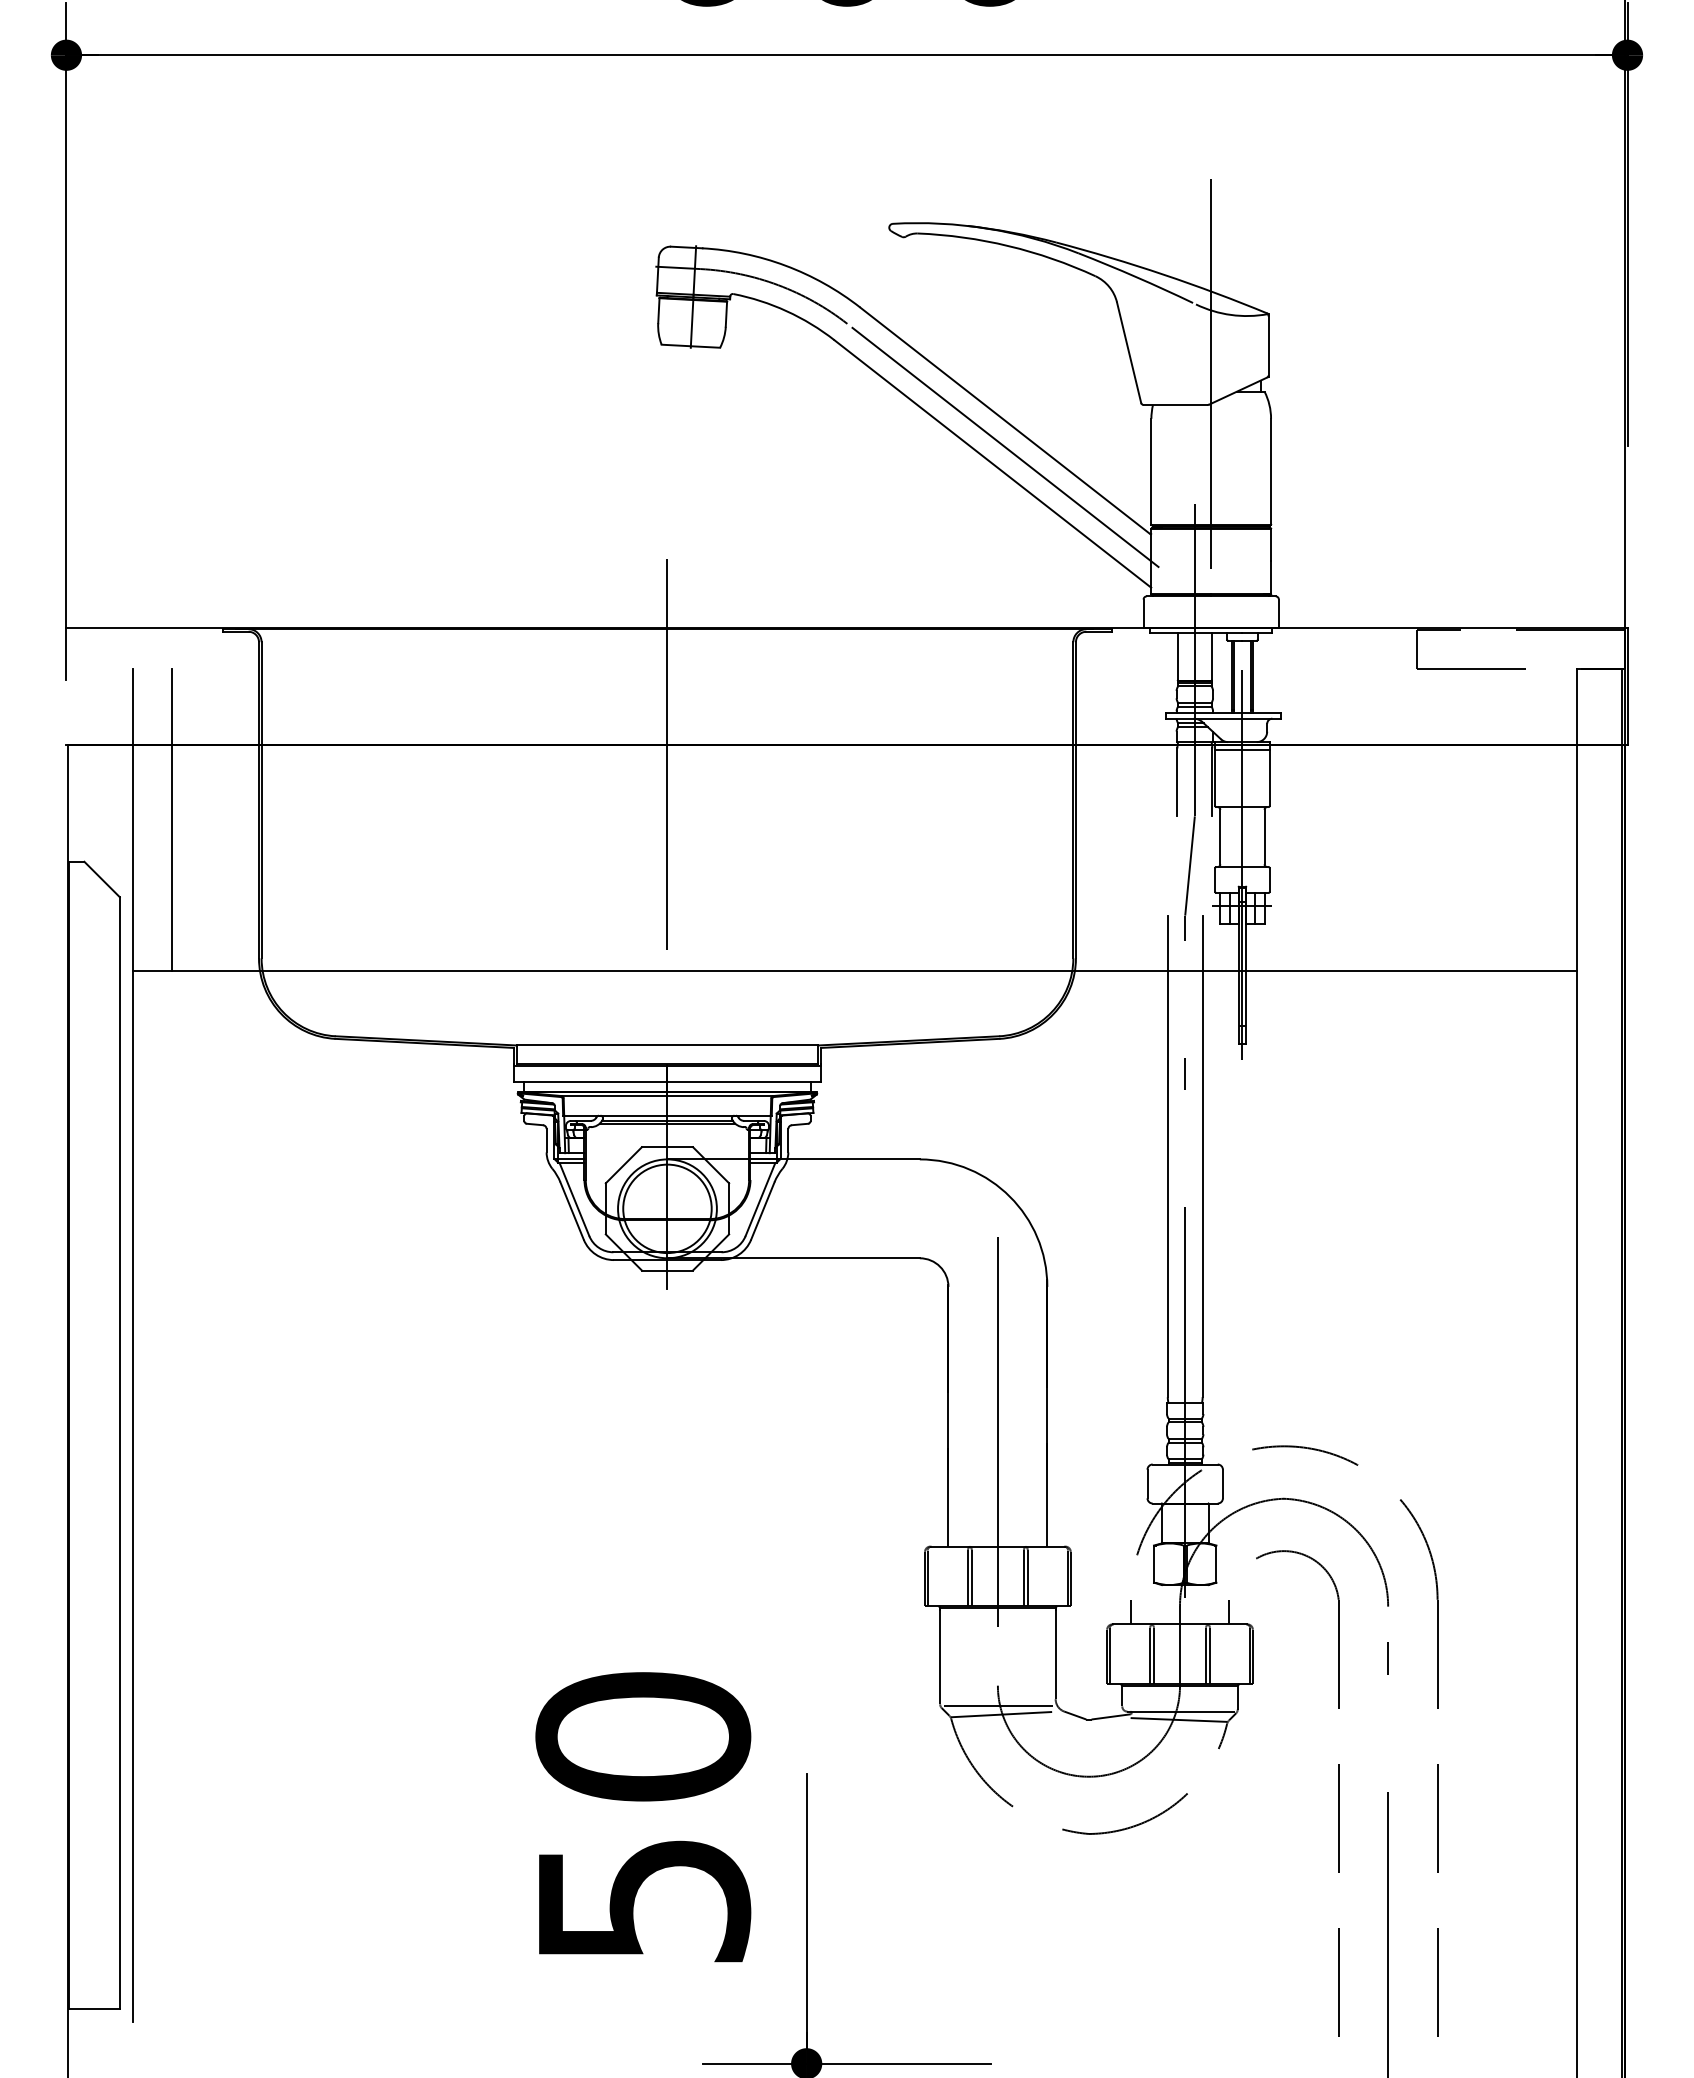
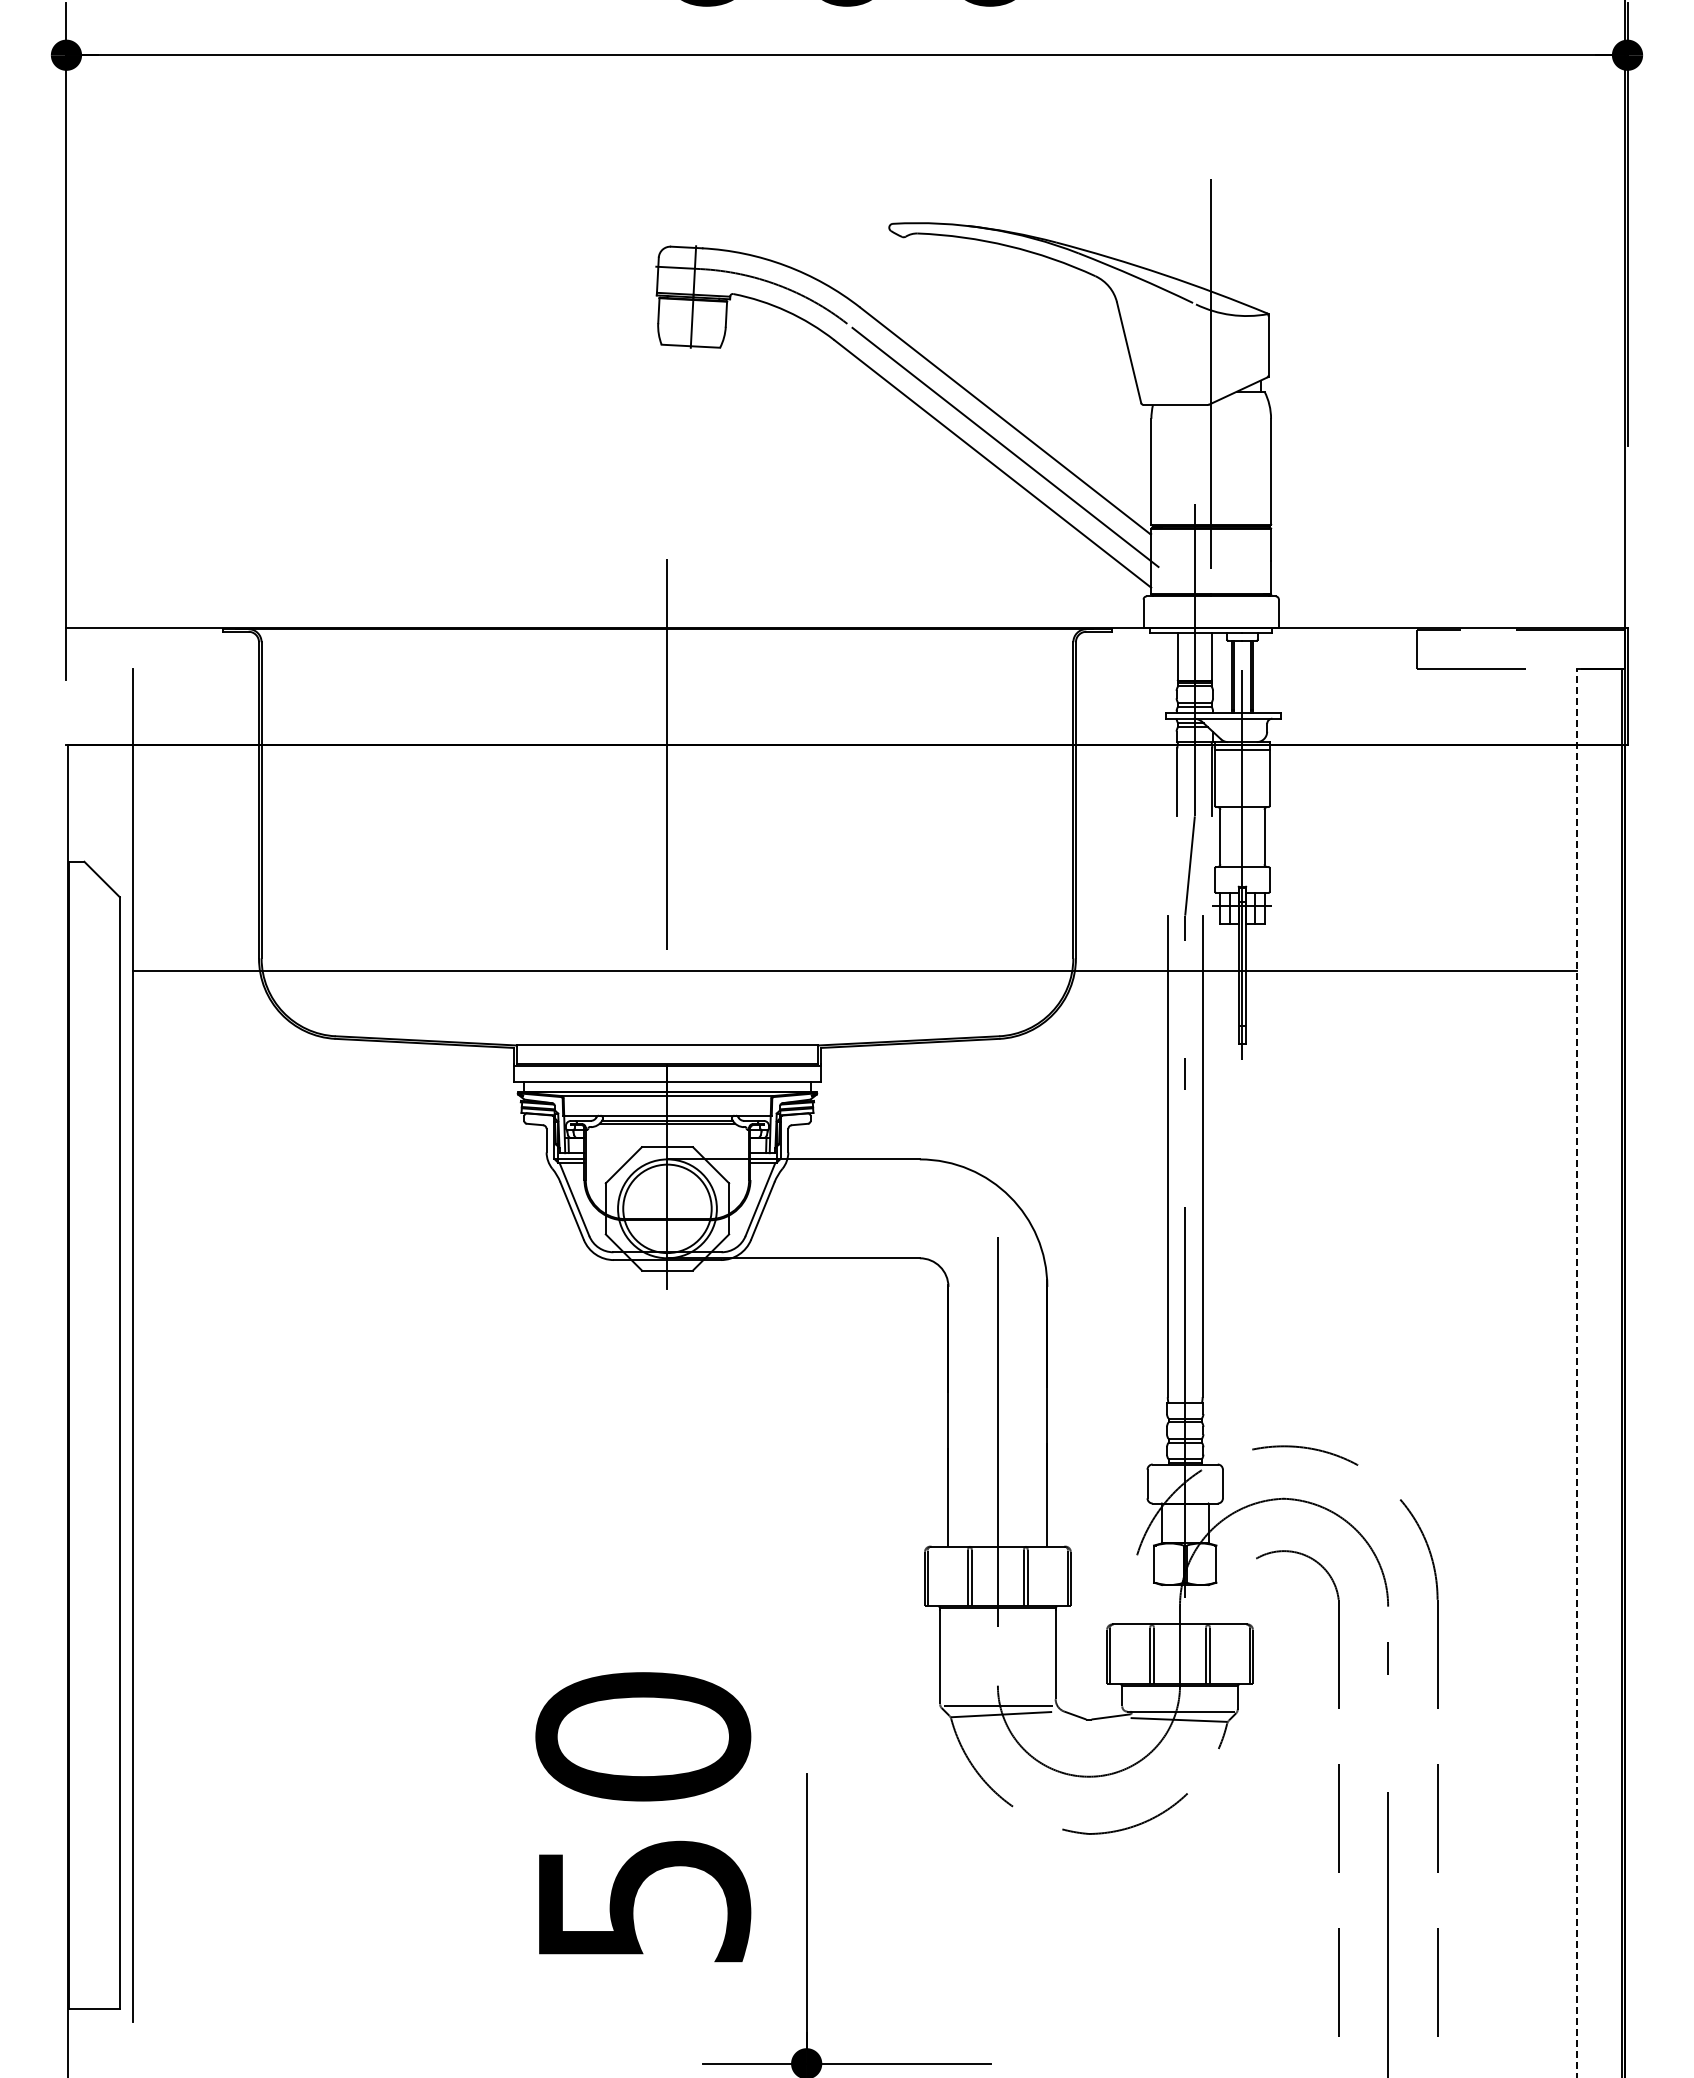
line at (171, 820): present -> none
line at (1576, 1373): solid -> dashed
line at (1130, 1611): present -> none
line at (1229, 1611): present -> none
